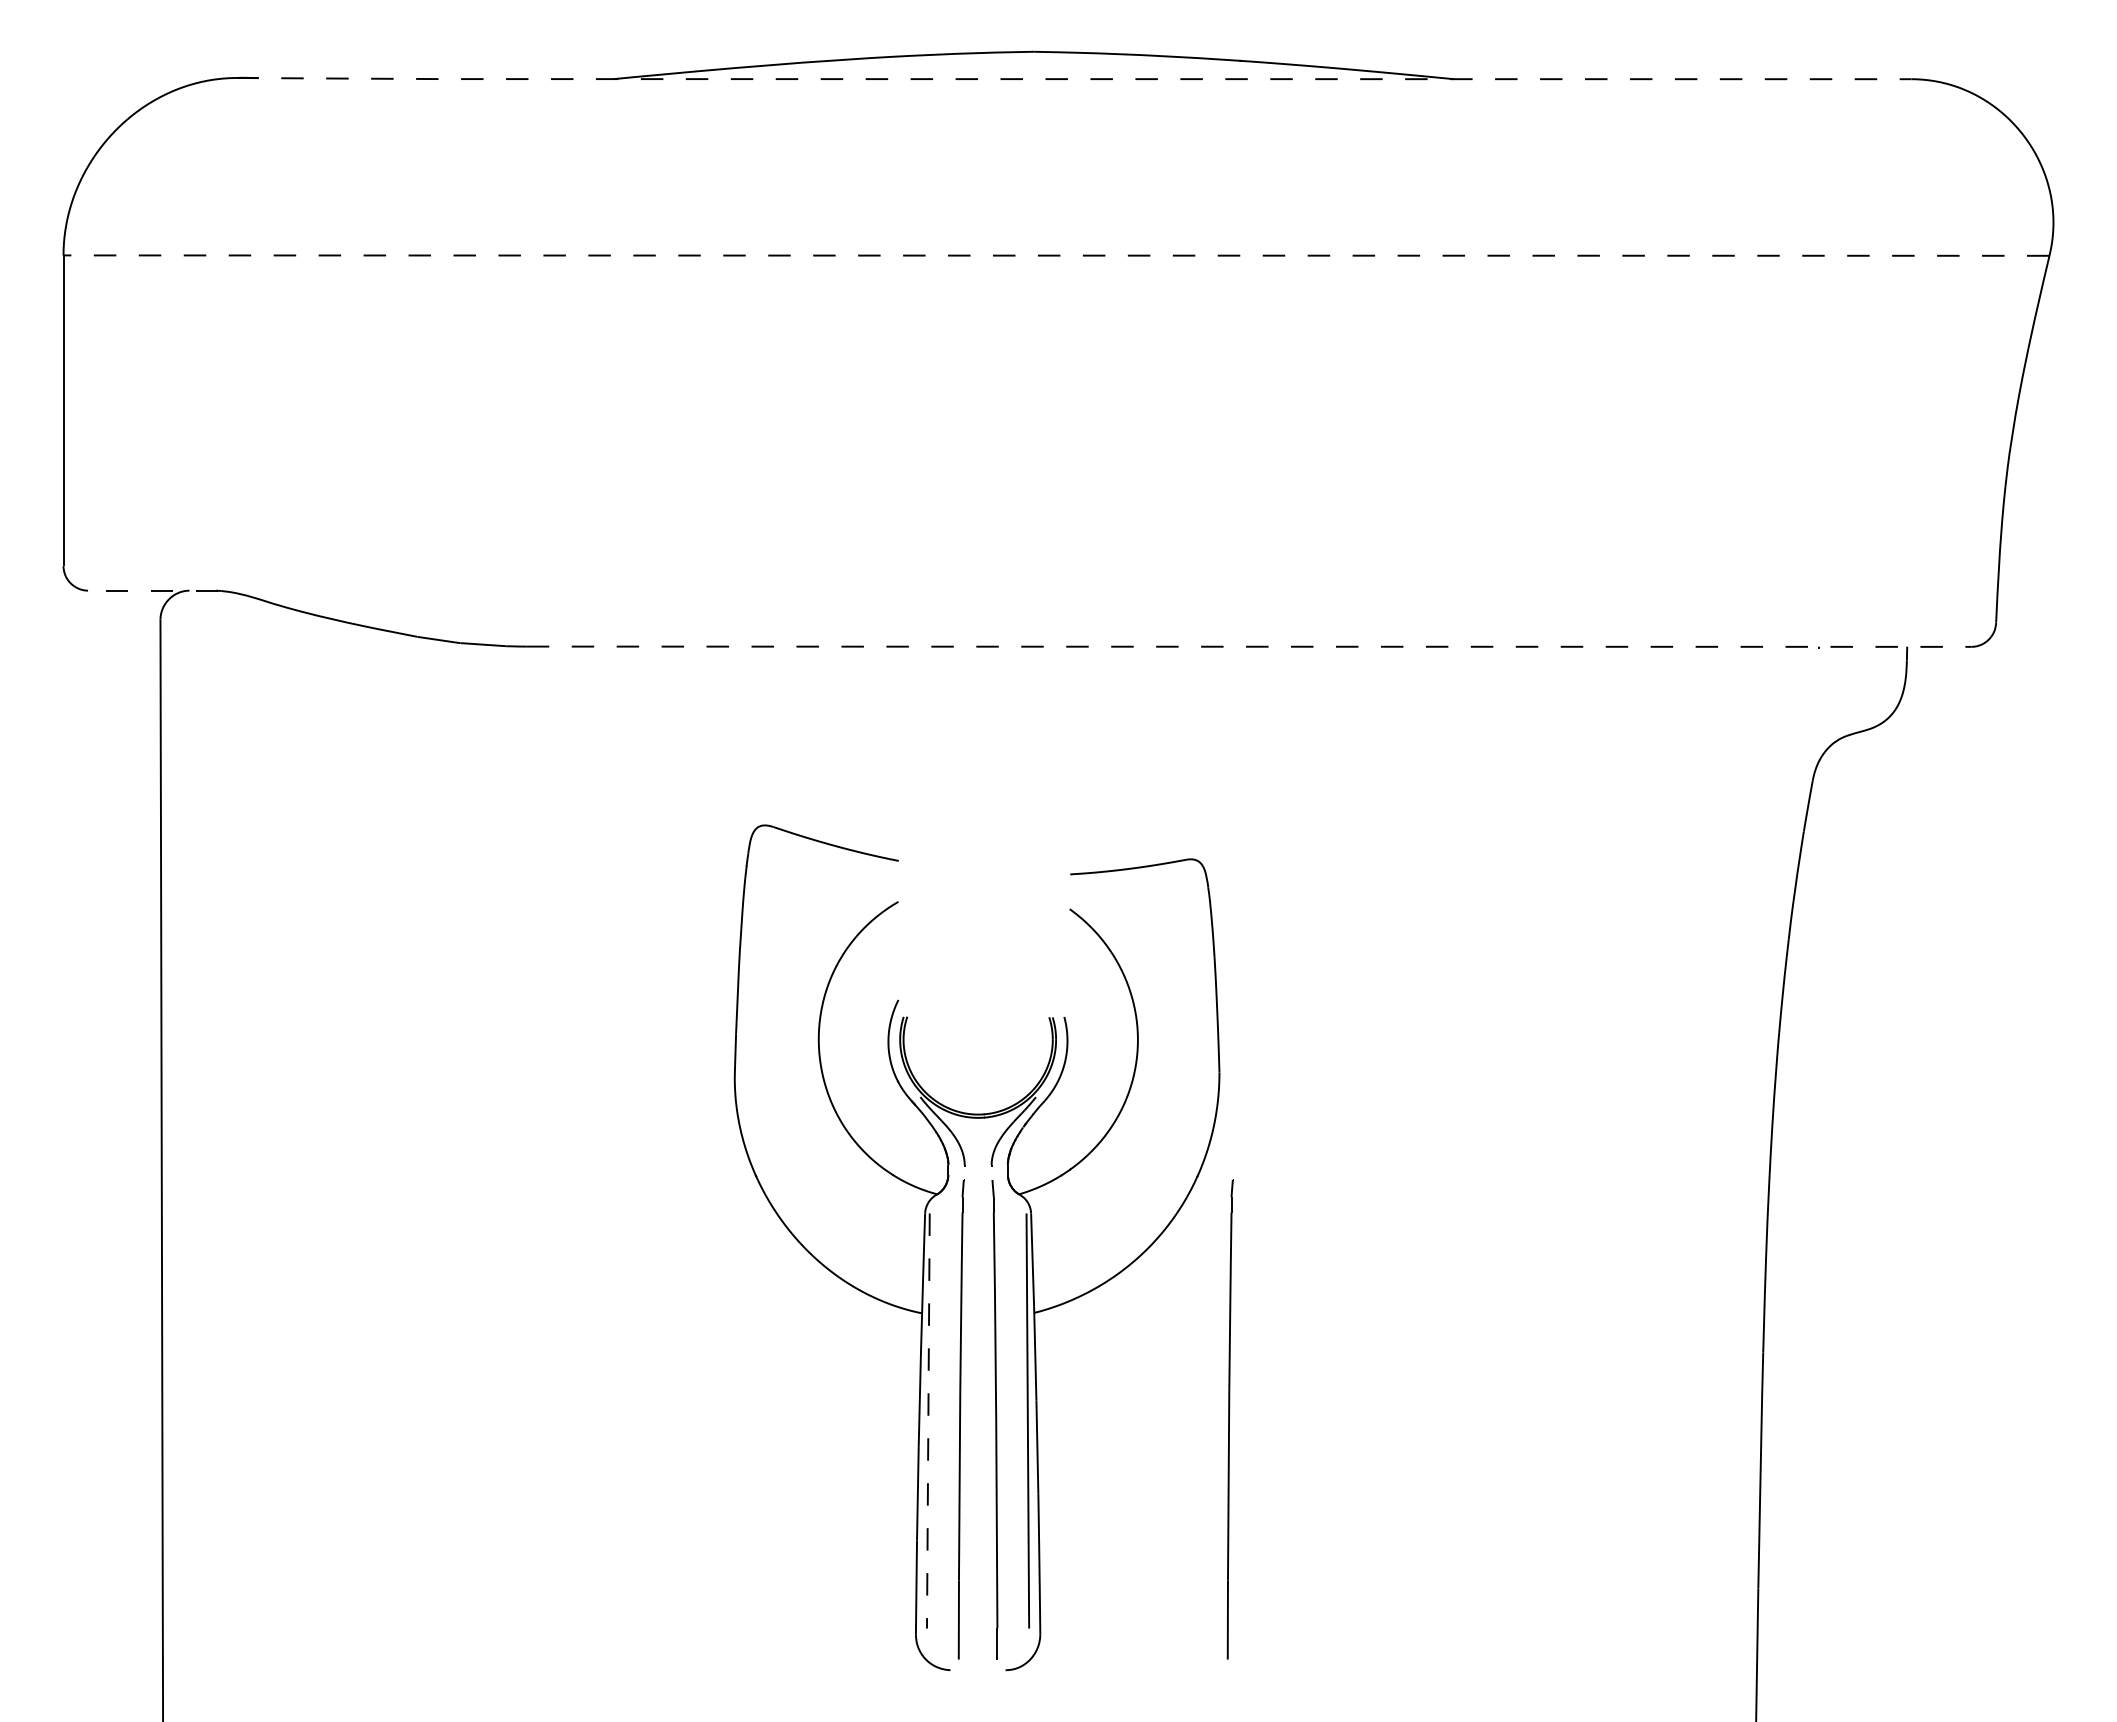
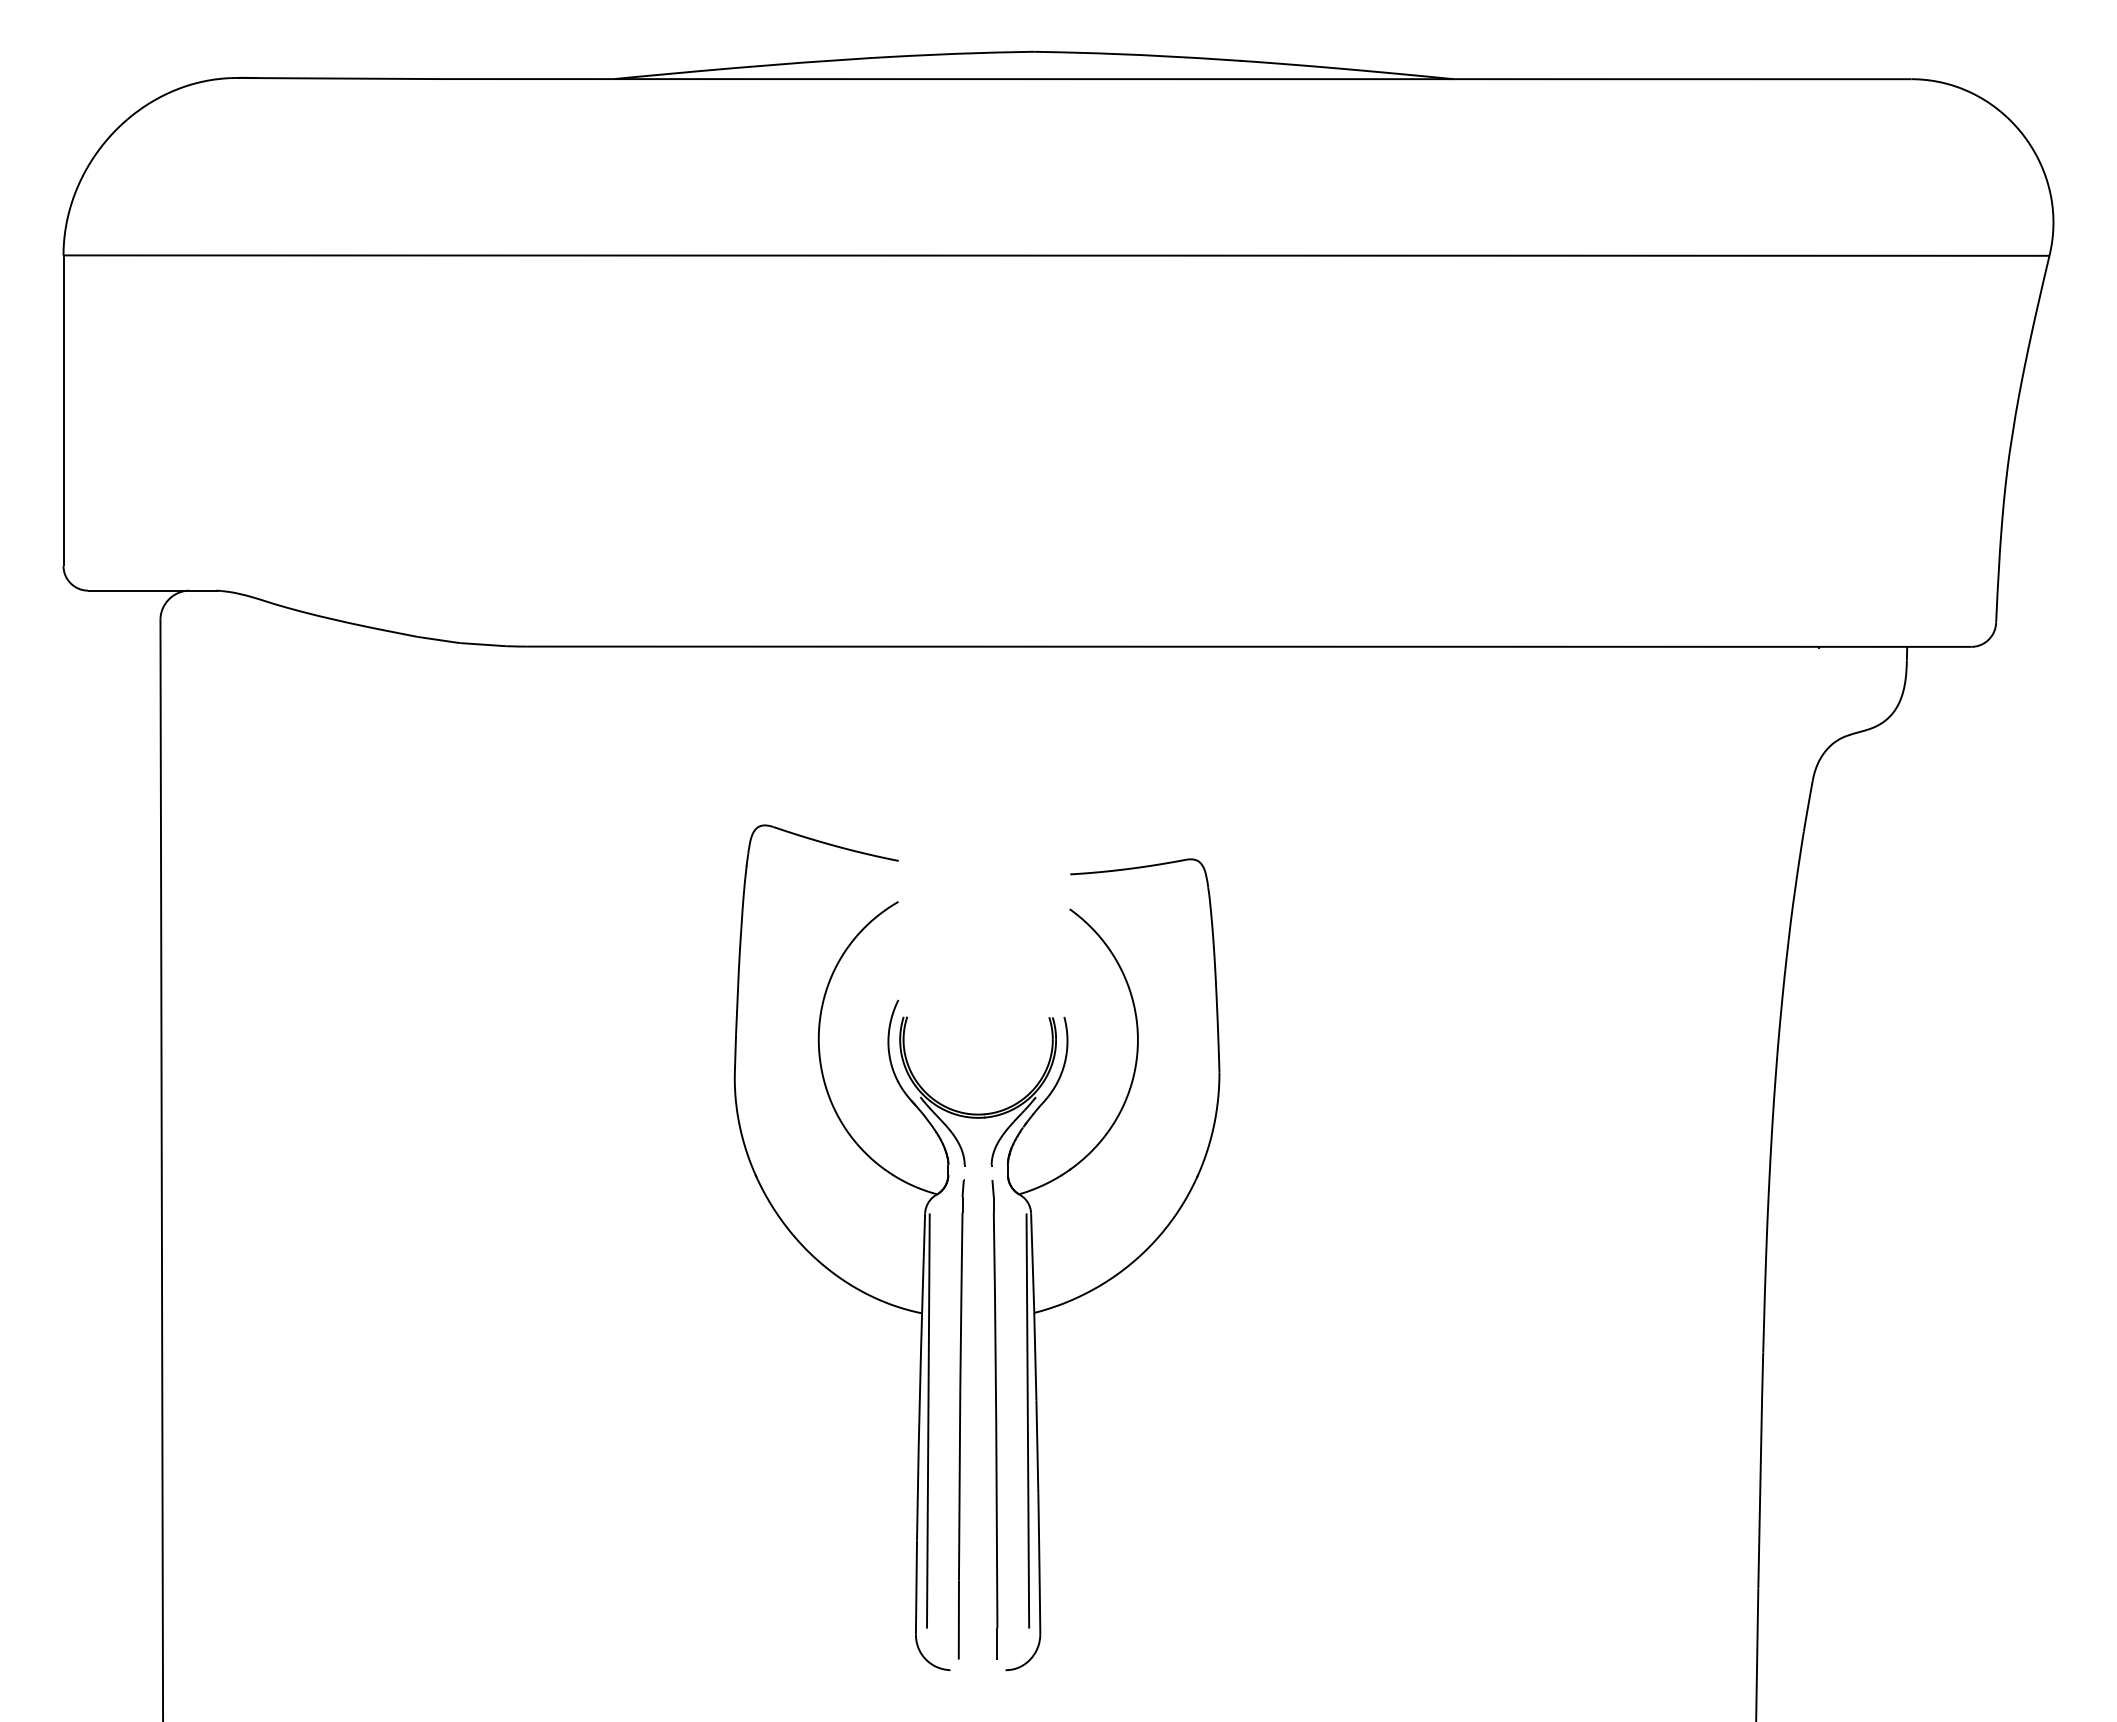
line at (1073, 79): dashed -> solid
line at (1056, 255): dashed -> solid
line at (152, 590): dashed -> solid
line at (1249, 646): dashed -> solid
part at (1229, 1419): present -> none
line at (928, 1421): dashed -> solid
